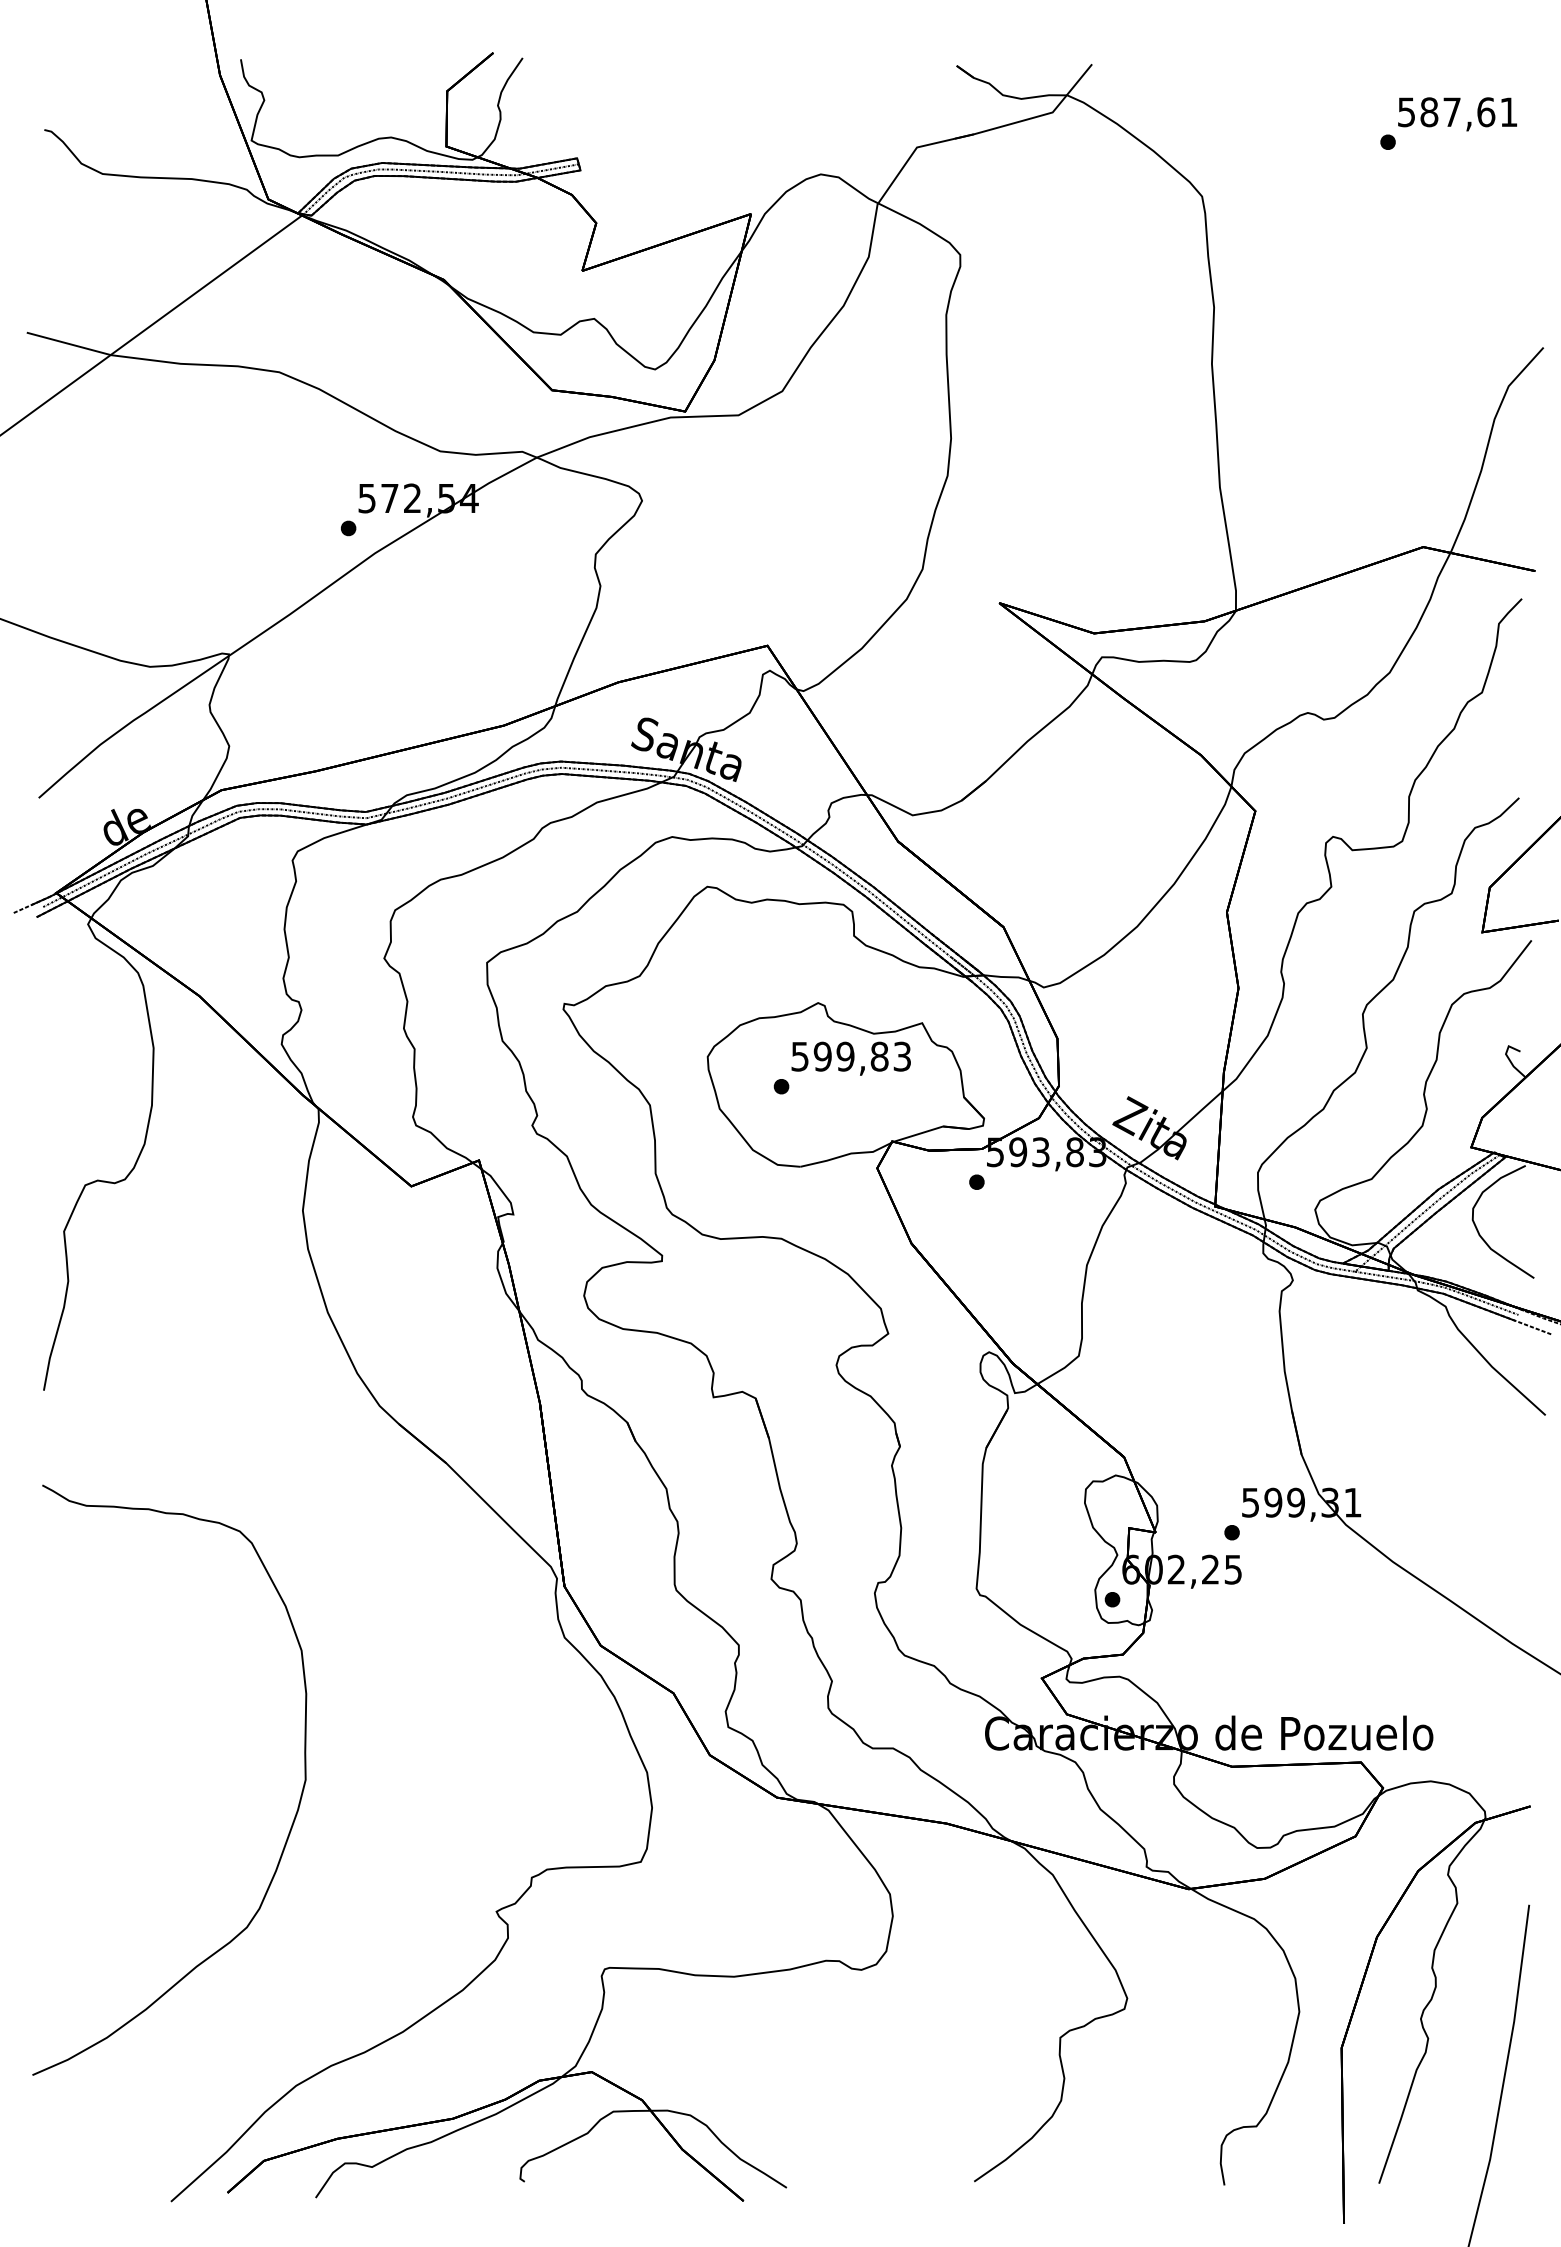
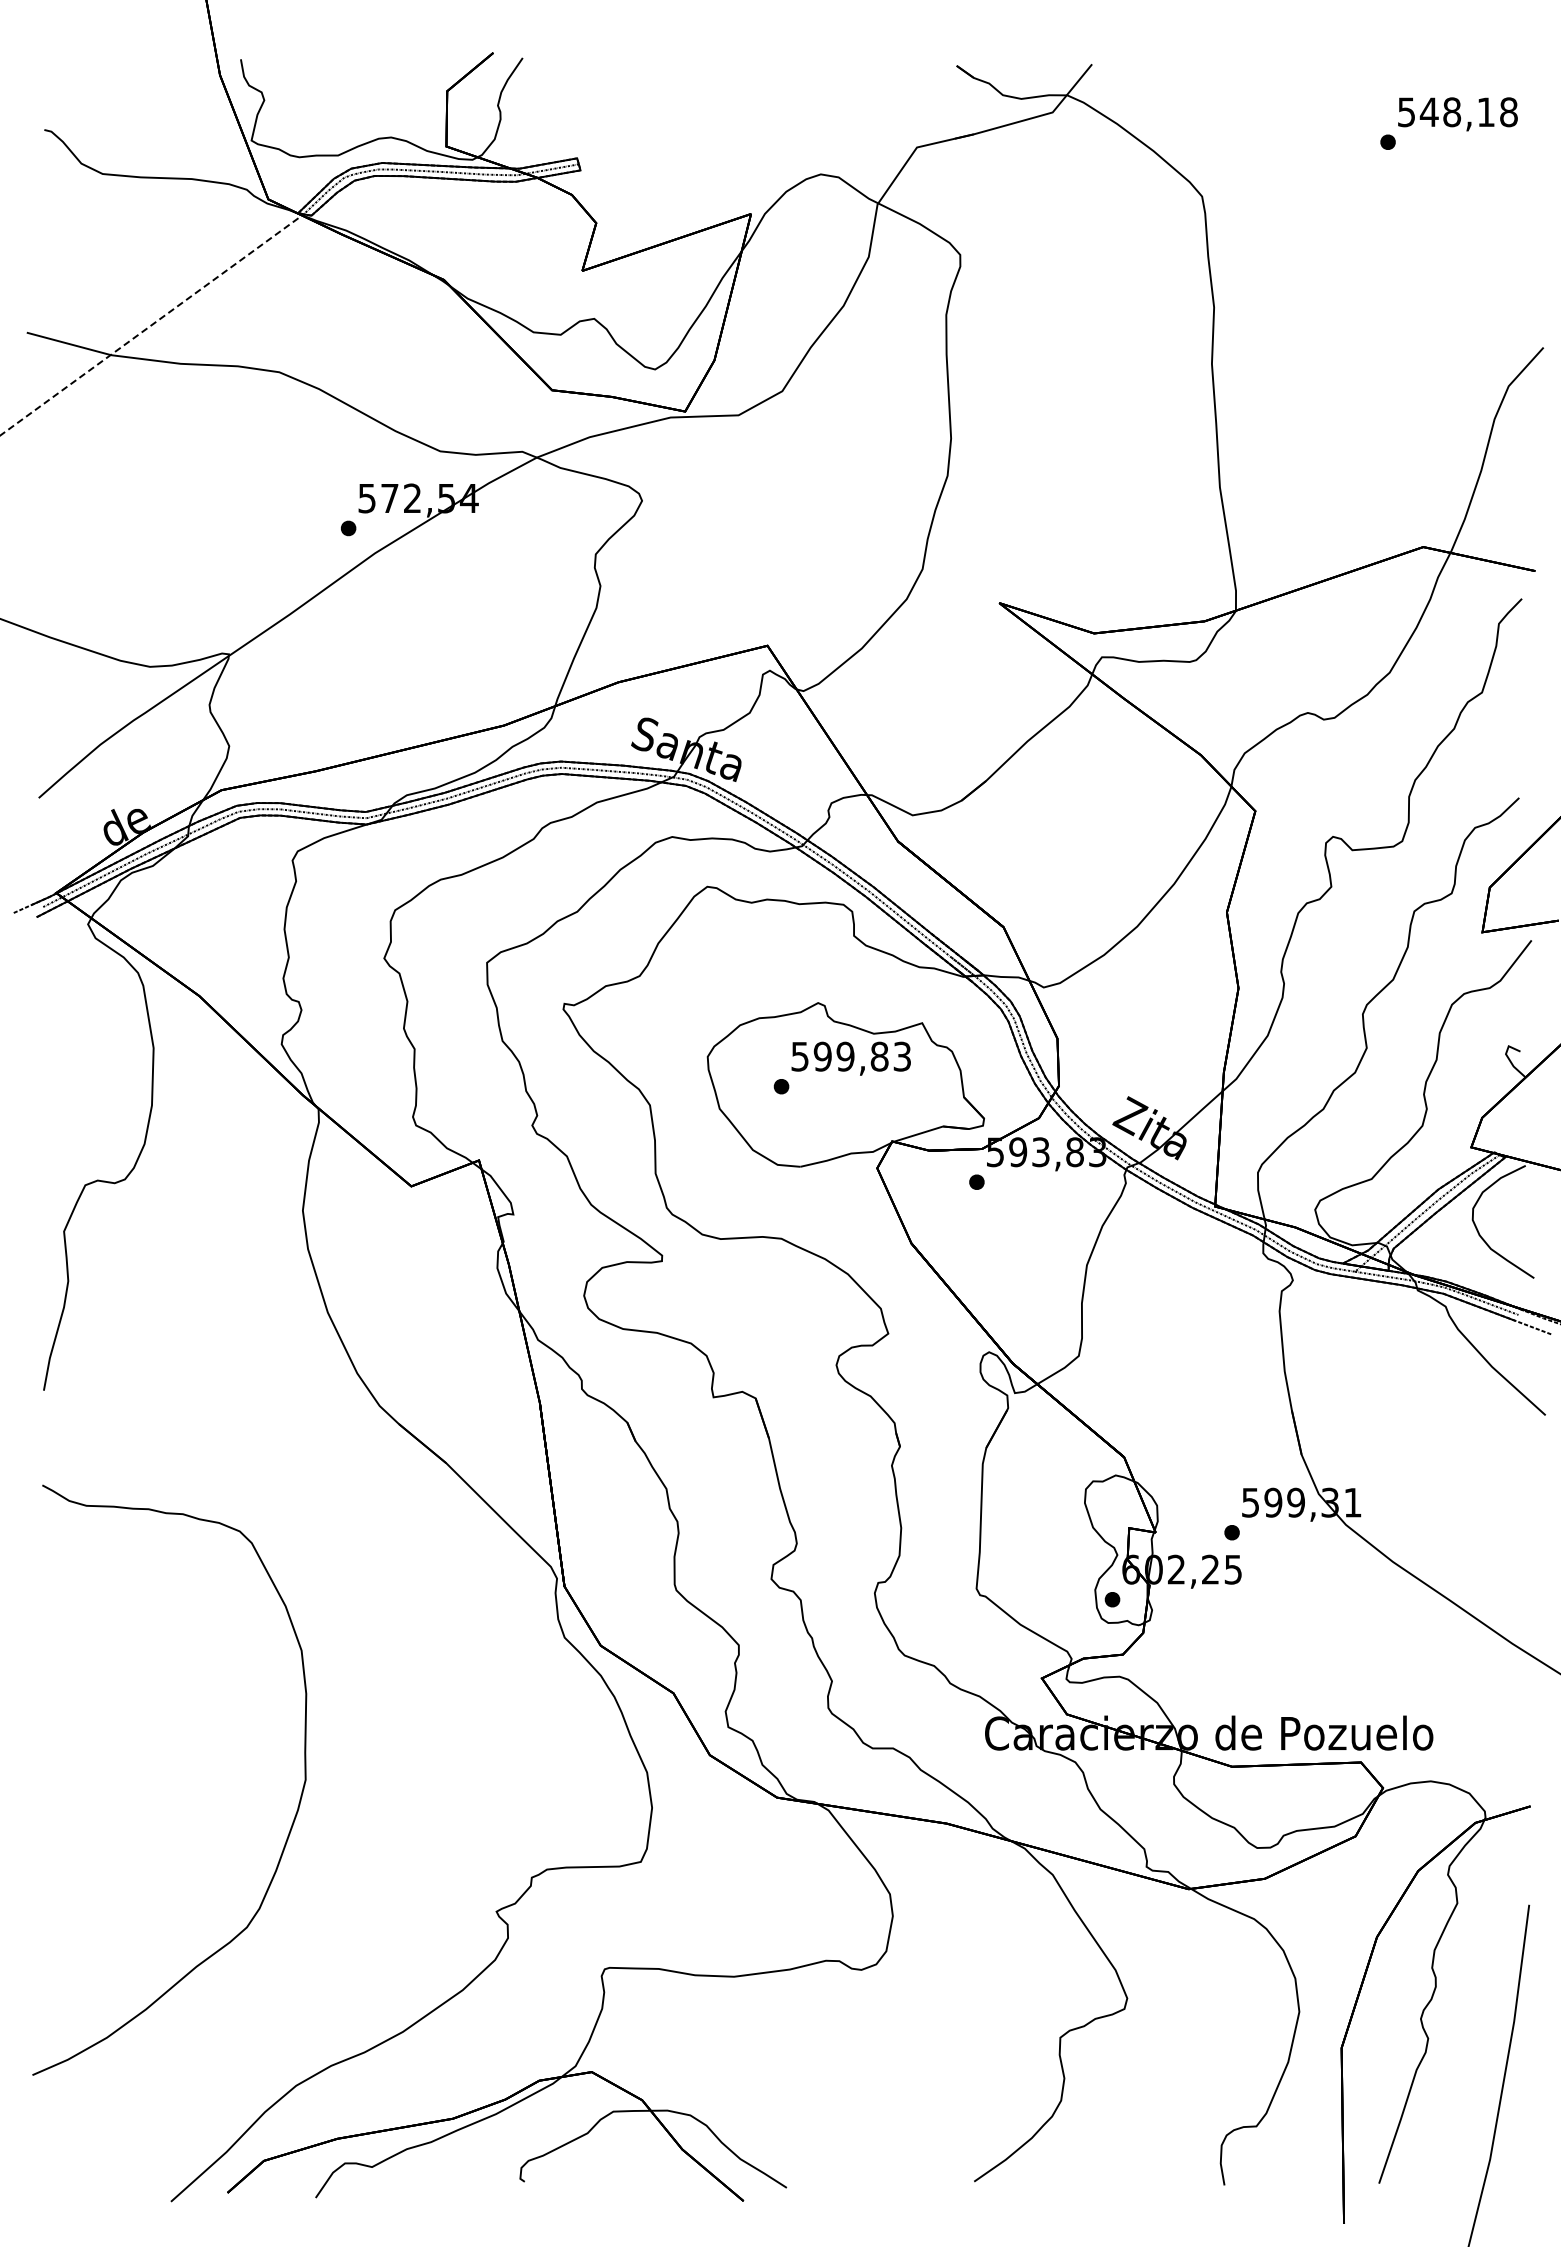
text at (1468, 112): 587,61 -> 548,18
line at (151, 325): solid -> dashed
